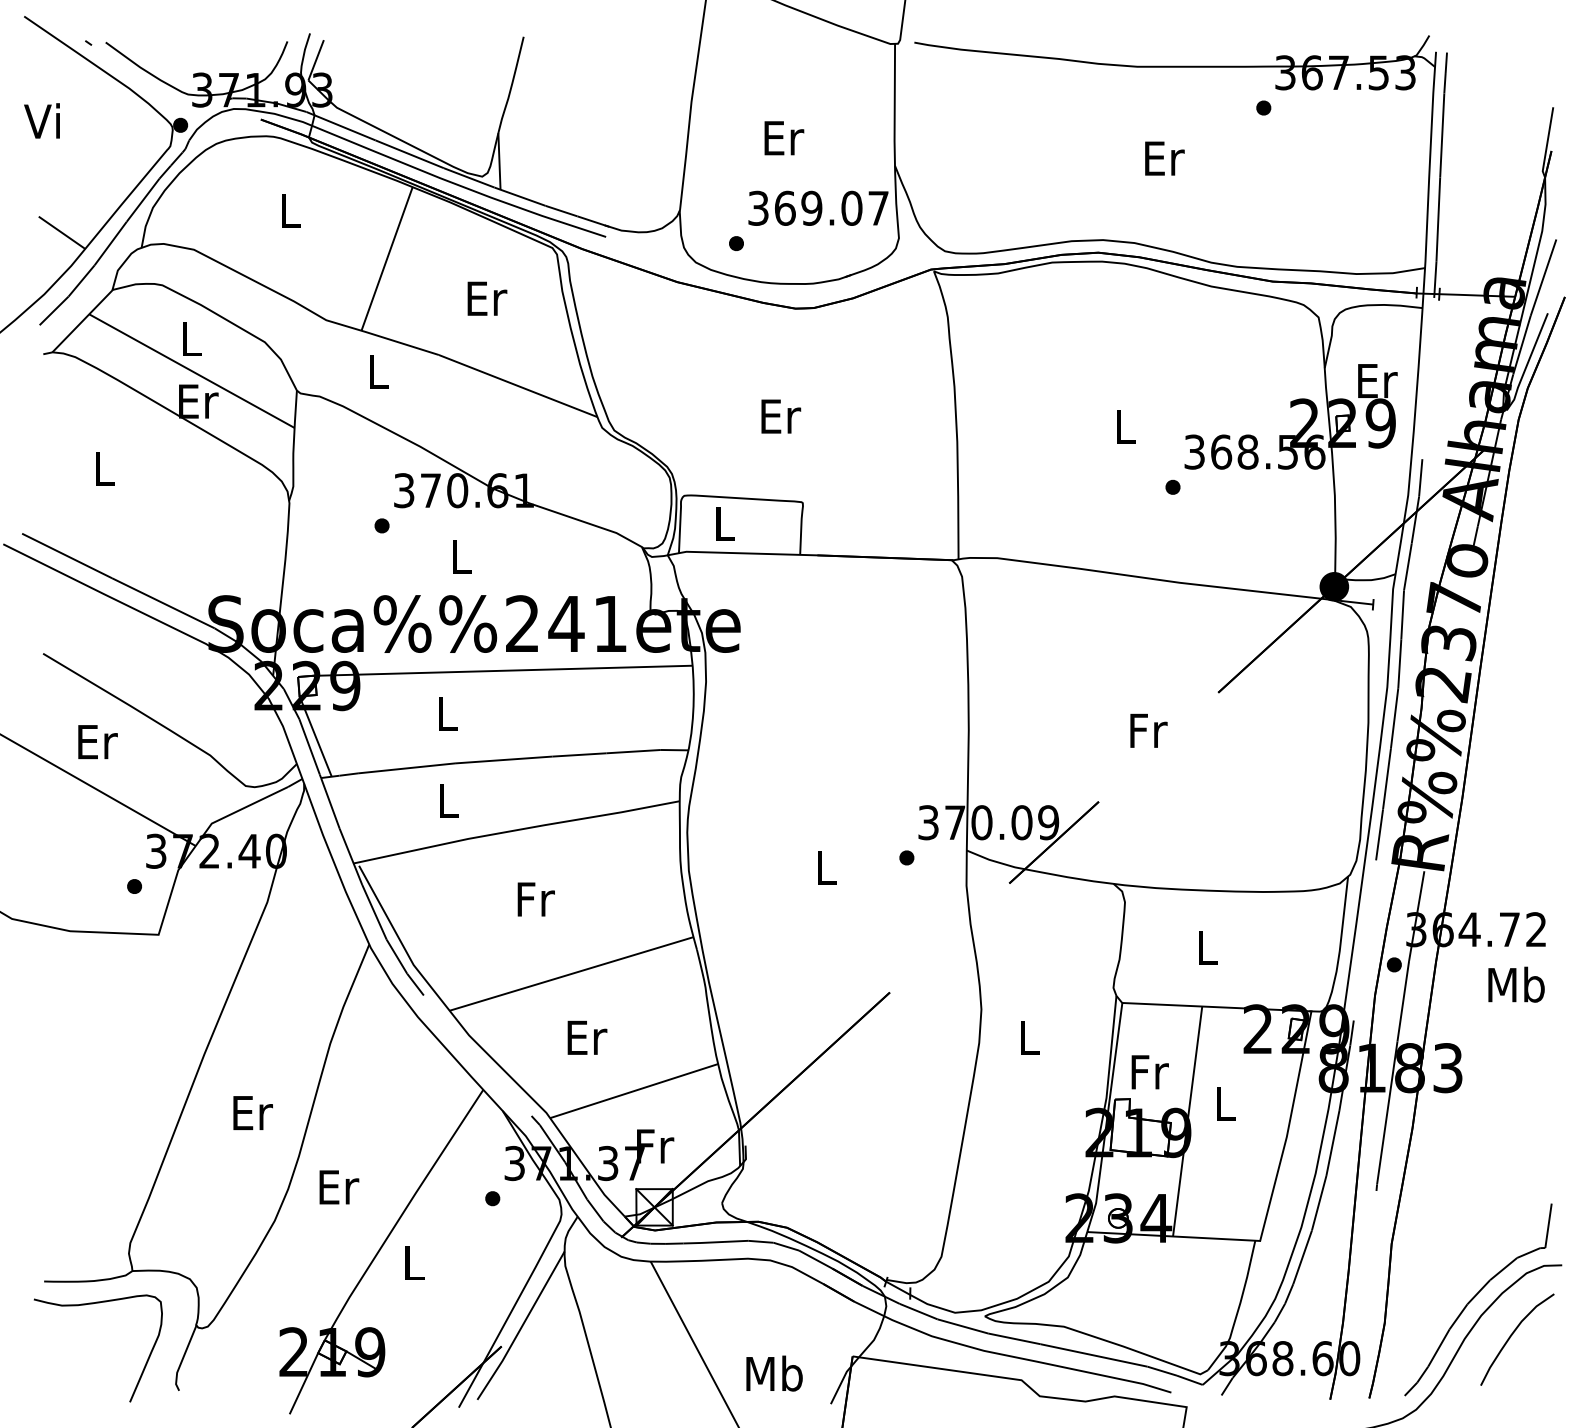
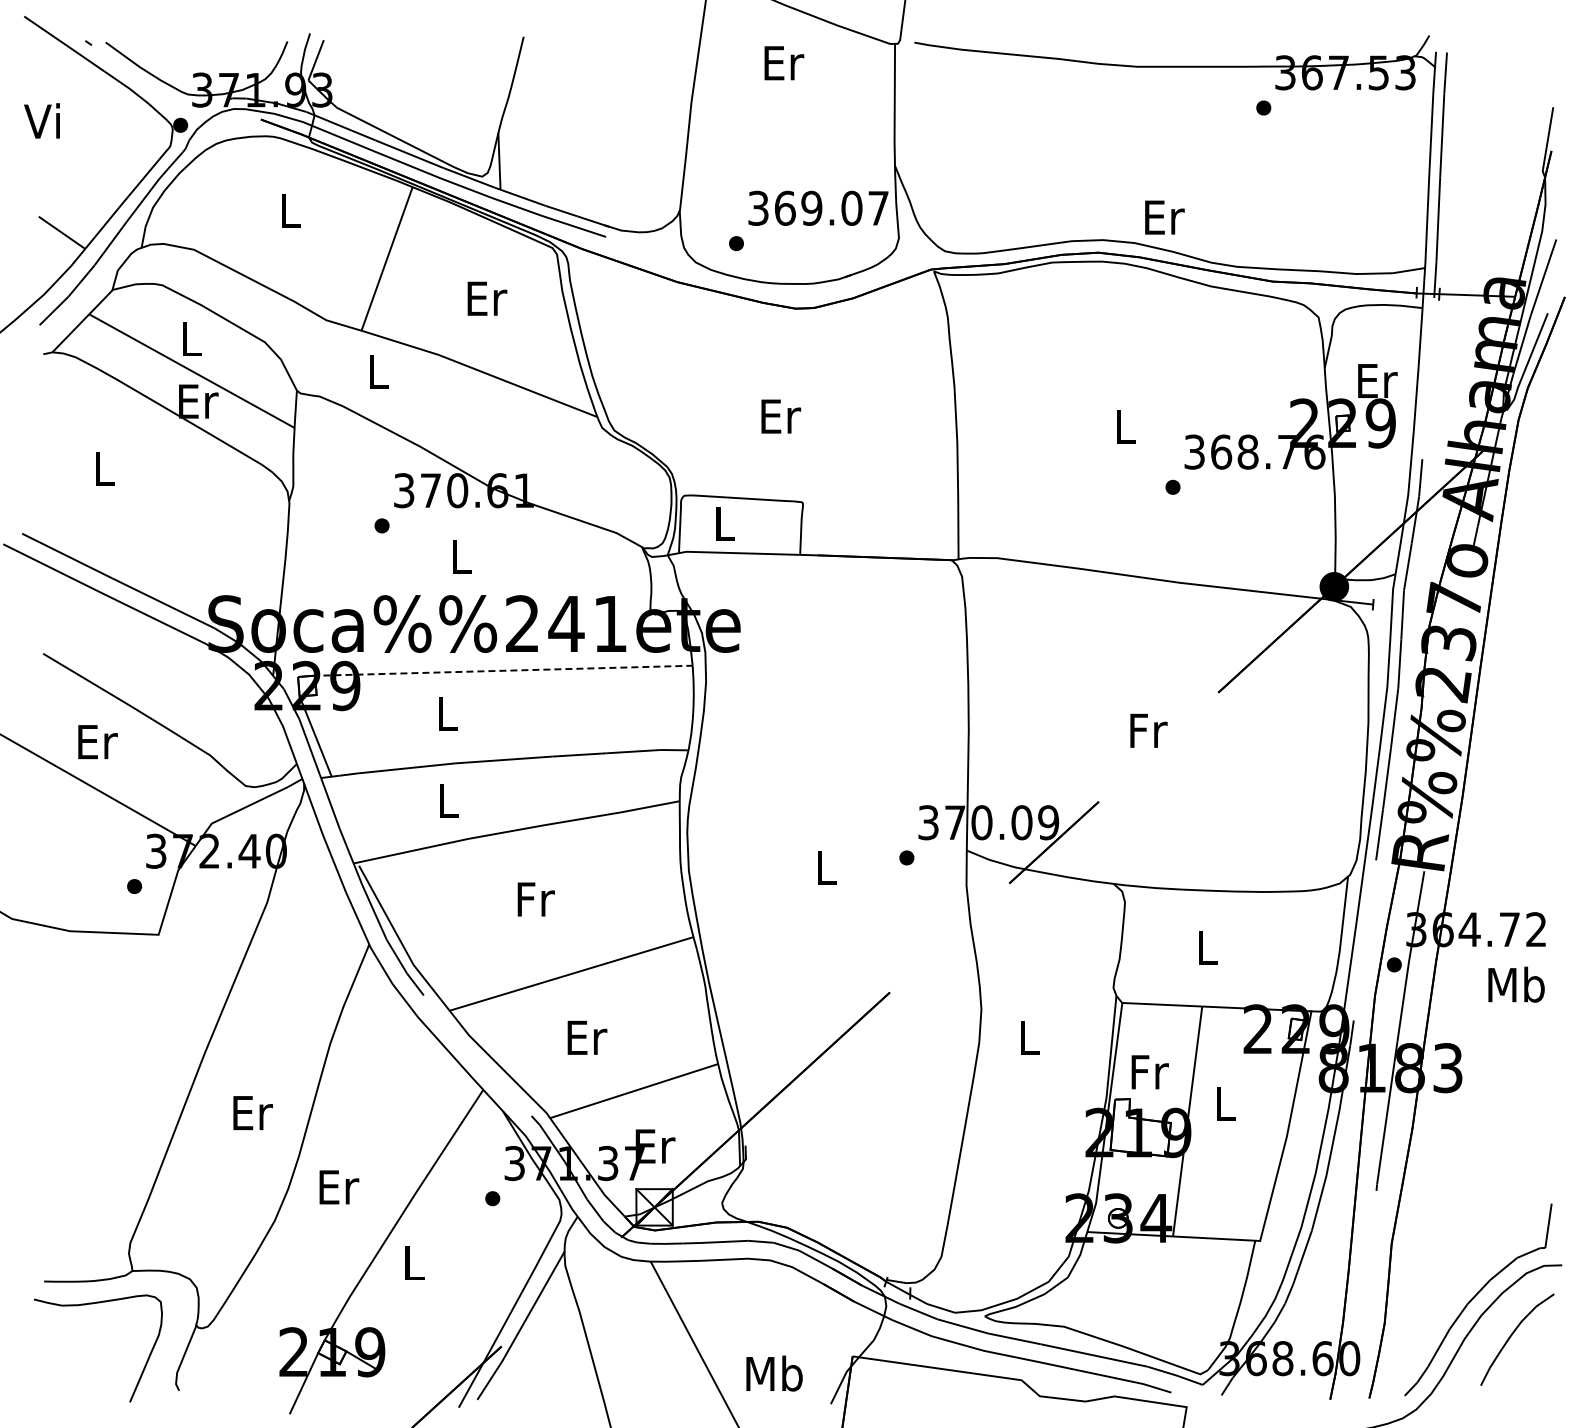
text at (784, 138) position: (784, 138) -> (784, 63)
text at (1164, 158) position: (1164, 158) -> (1164, 217)
text at (1287, 452): 368.56 -> 368.76
line at (501, 670): solid -> dashed
text at (655, 1146): Fr -> Er
